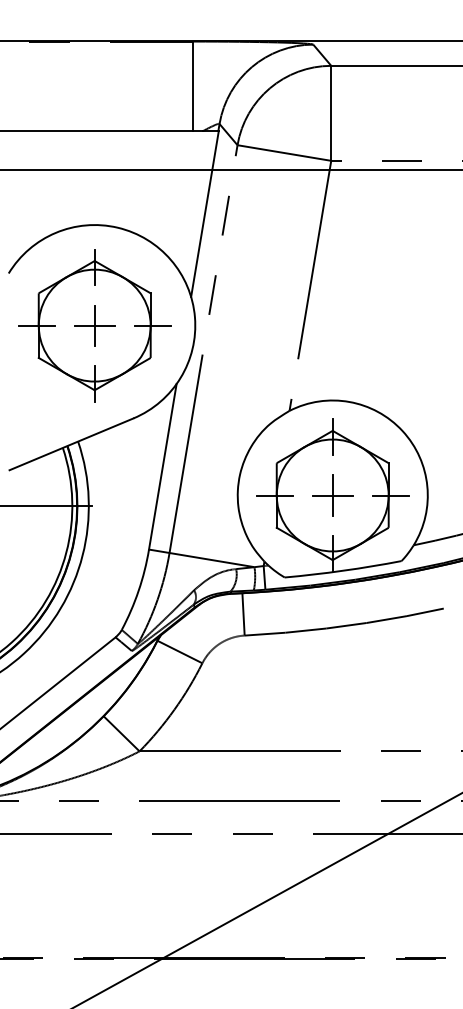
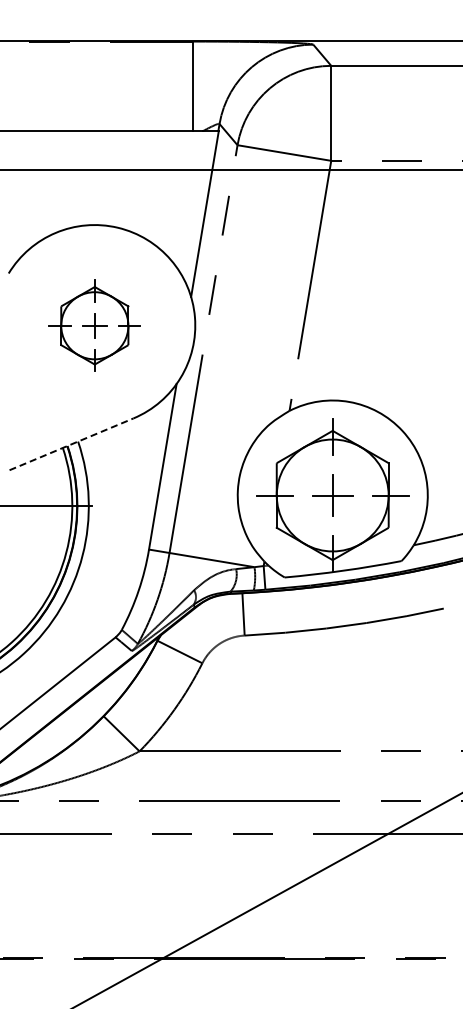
part at (94, 325) size: 154x154 px -> 93x93 px
line at (72, 444): solid -> dashed
